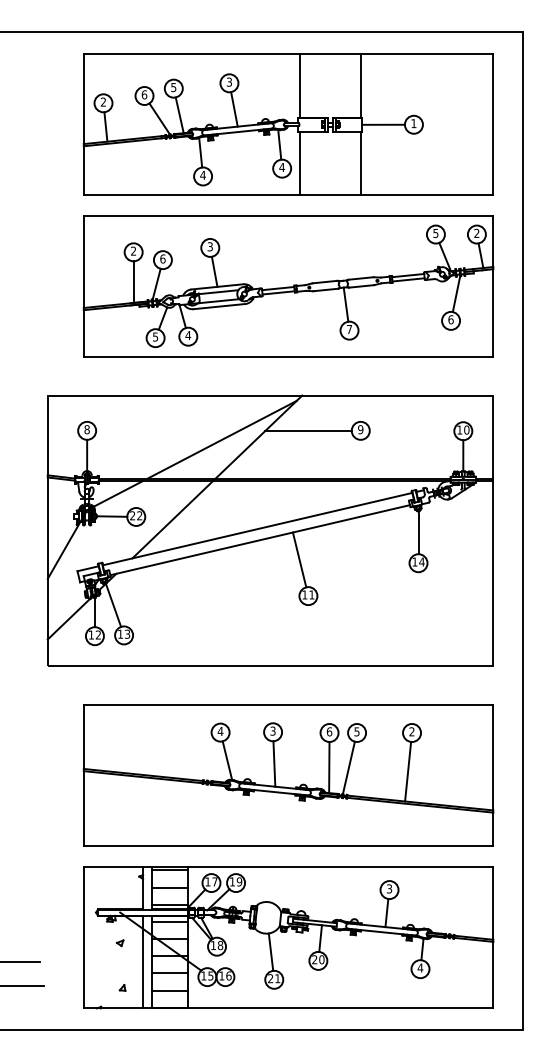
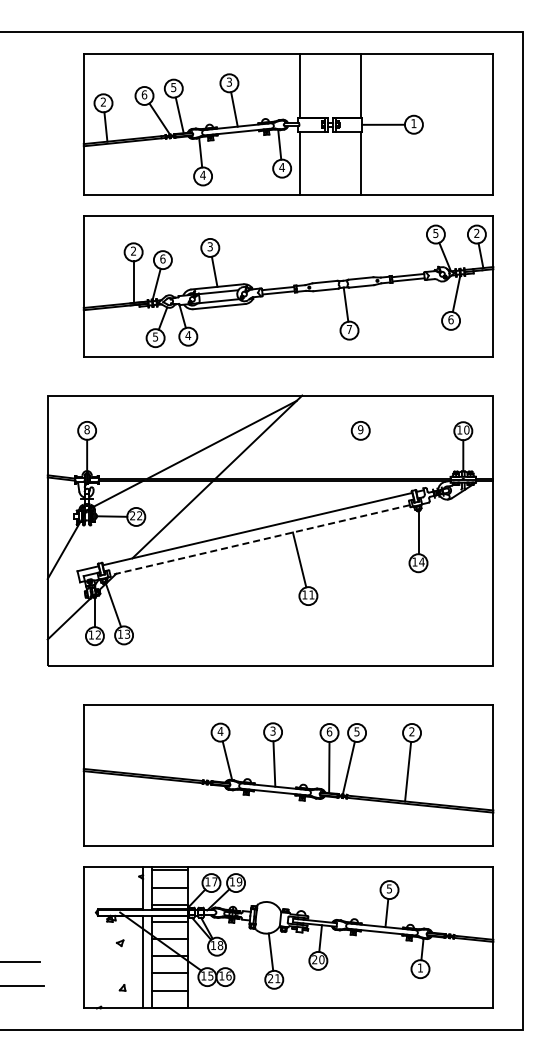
line at (308, 430): present -> none
line at (260, 540): solid -> dashed
text at (389, 888): 3 -> 5
text at (420, 967): 4 -> 1
